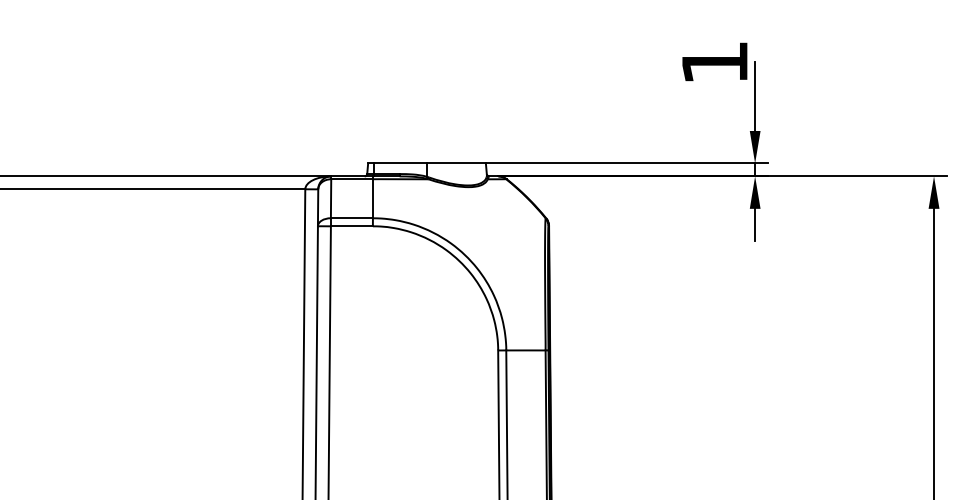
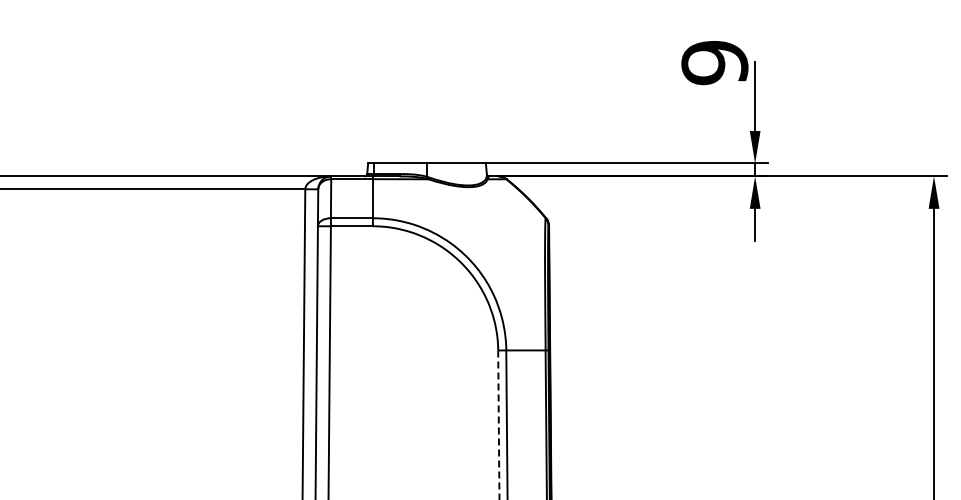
text at (714, 63): 1 -> 9
line at (498, 425): solid -> dashed
